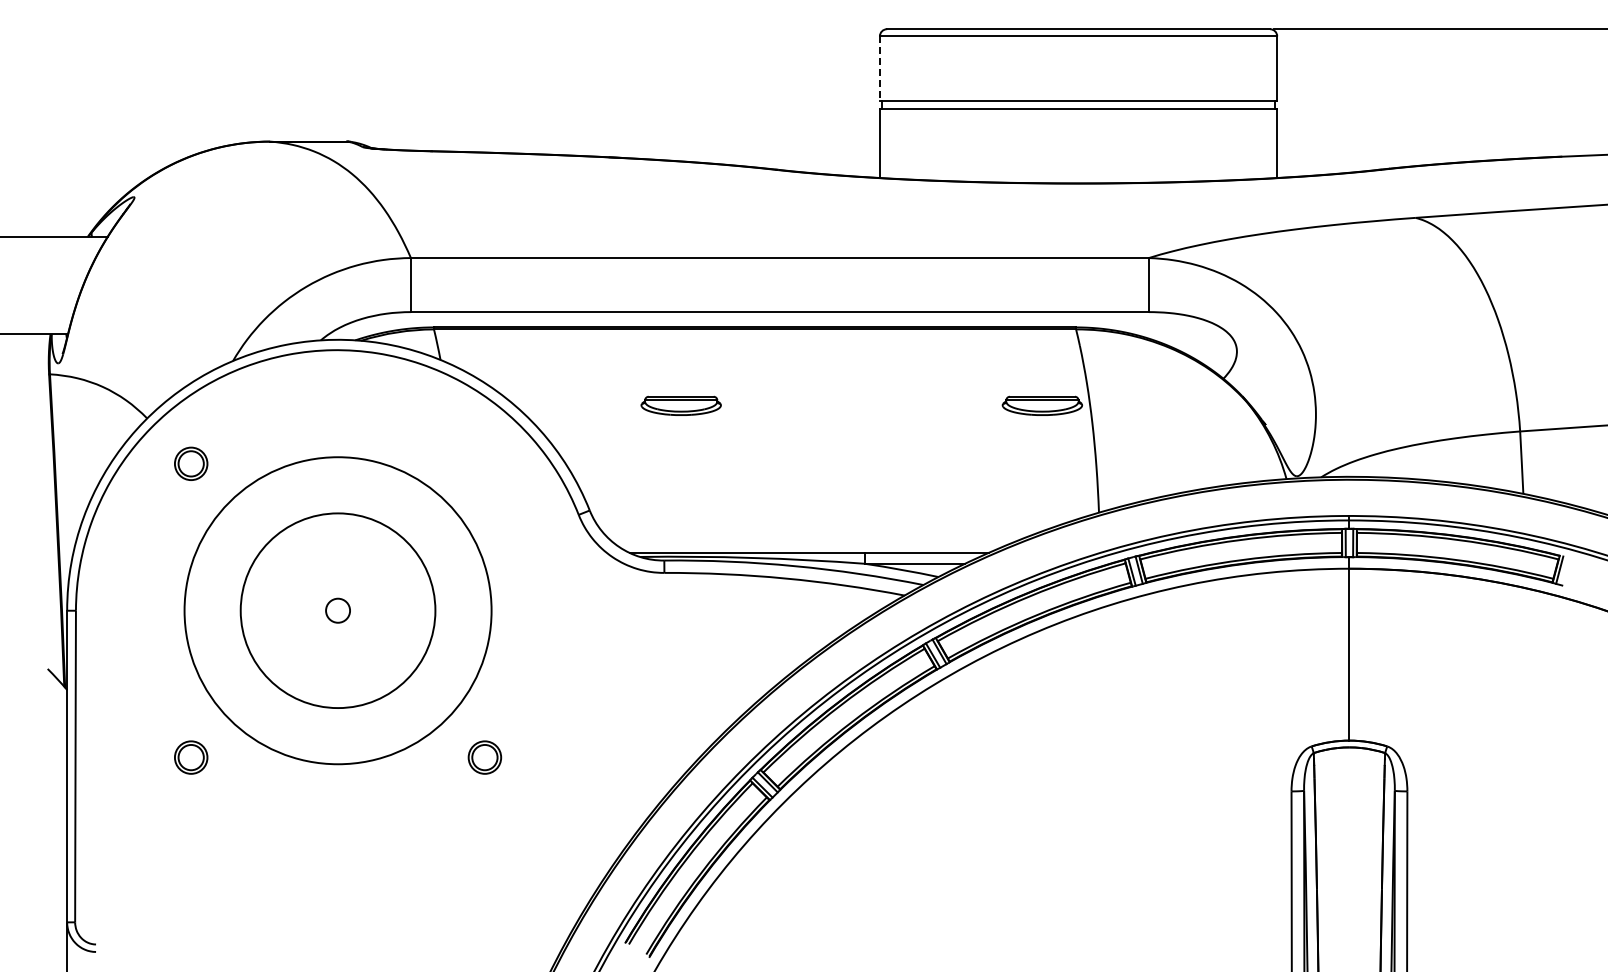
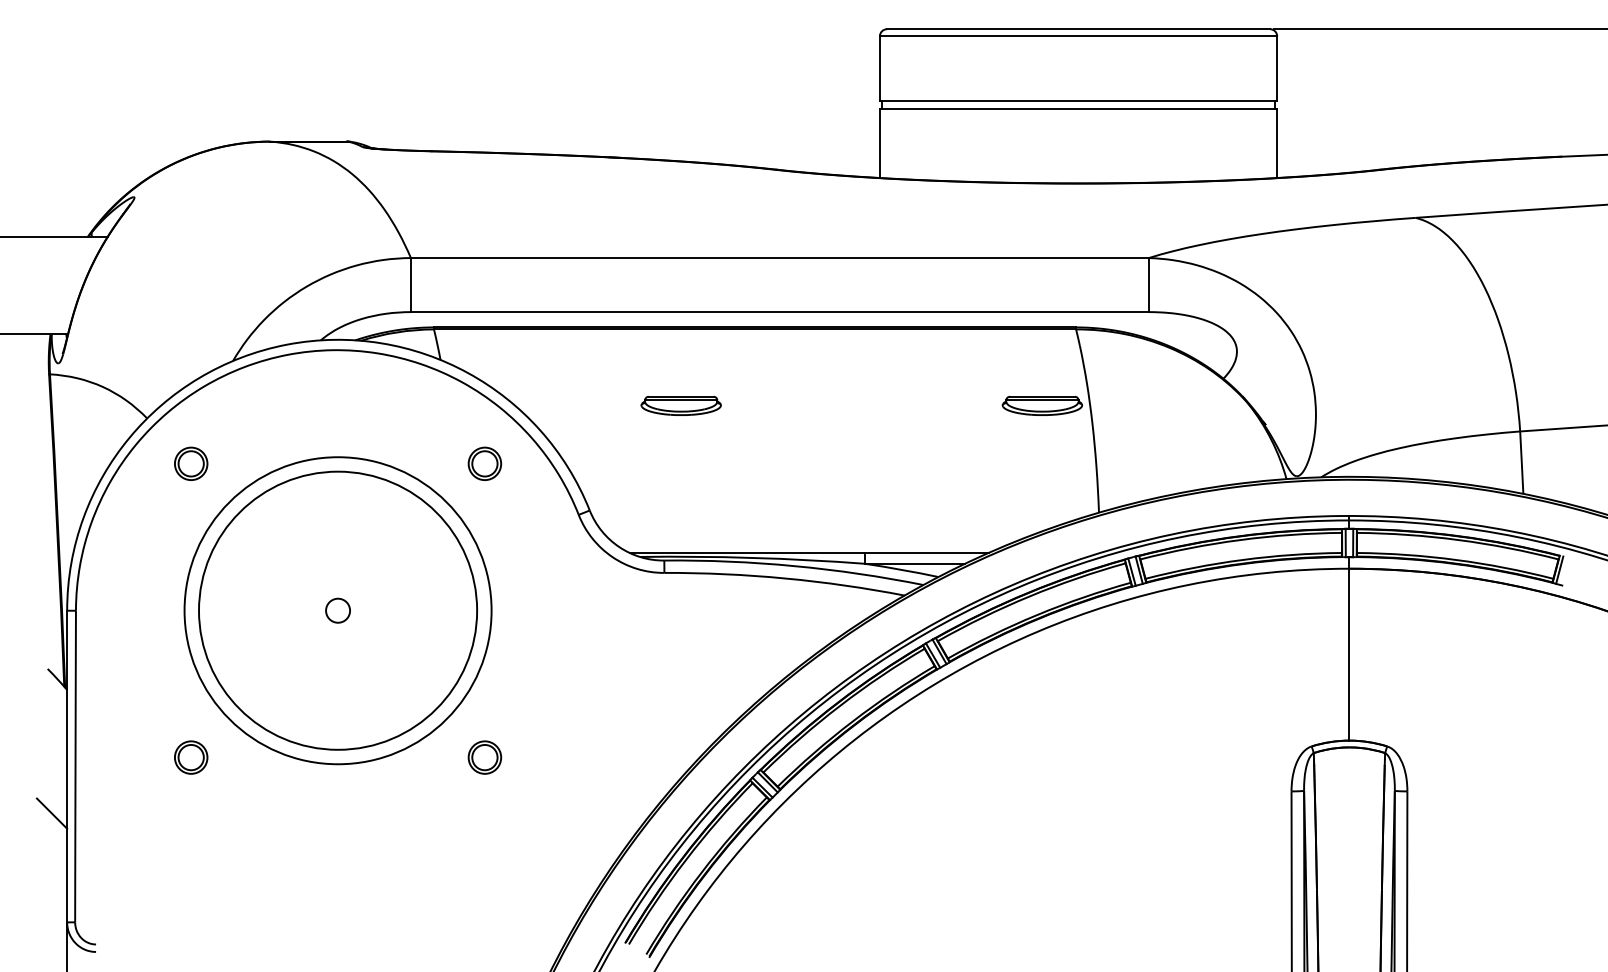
line at (879, 68): dashed -> solid
part at (484, 463): none -> present
circle at (337, 610) diameter: 195 px -> 278 px
line at (51, 813): none -> present
